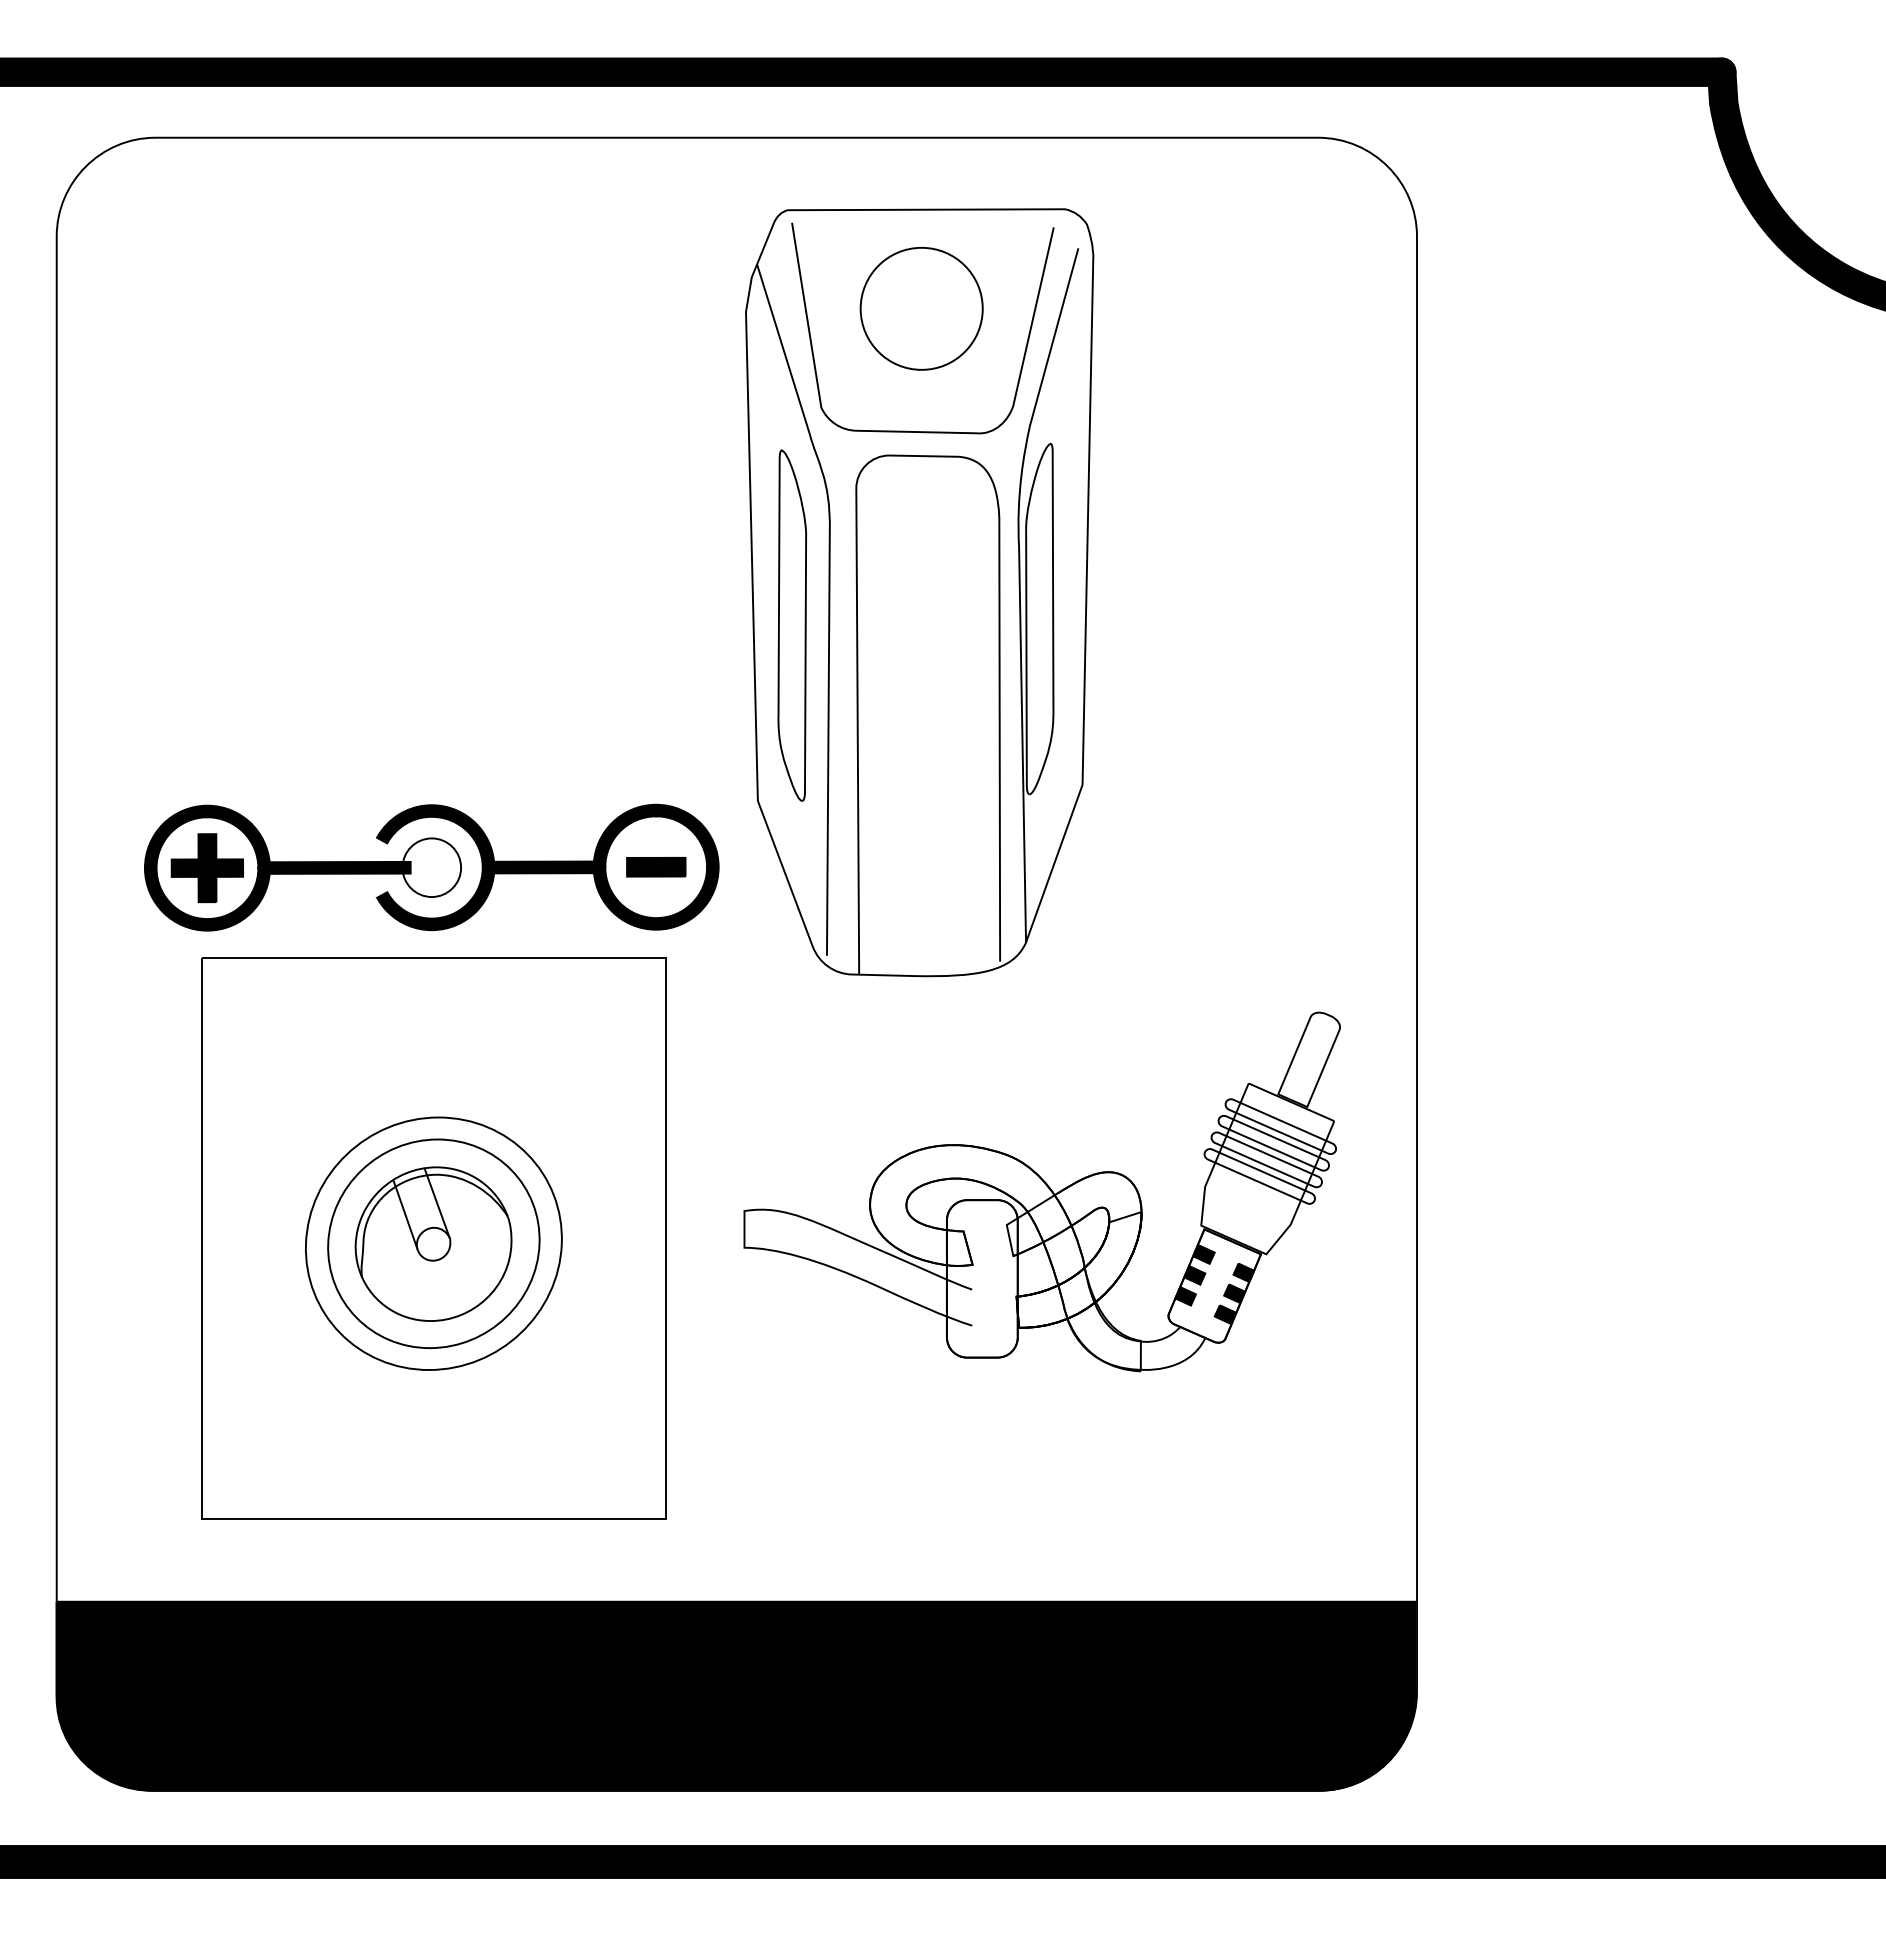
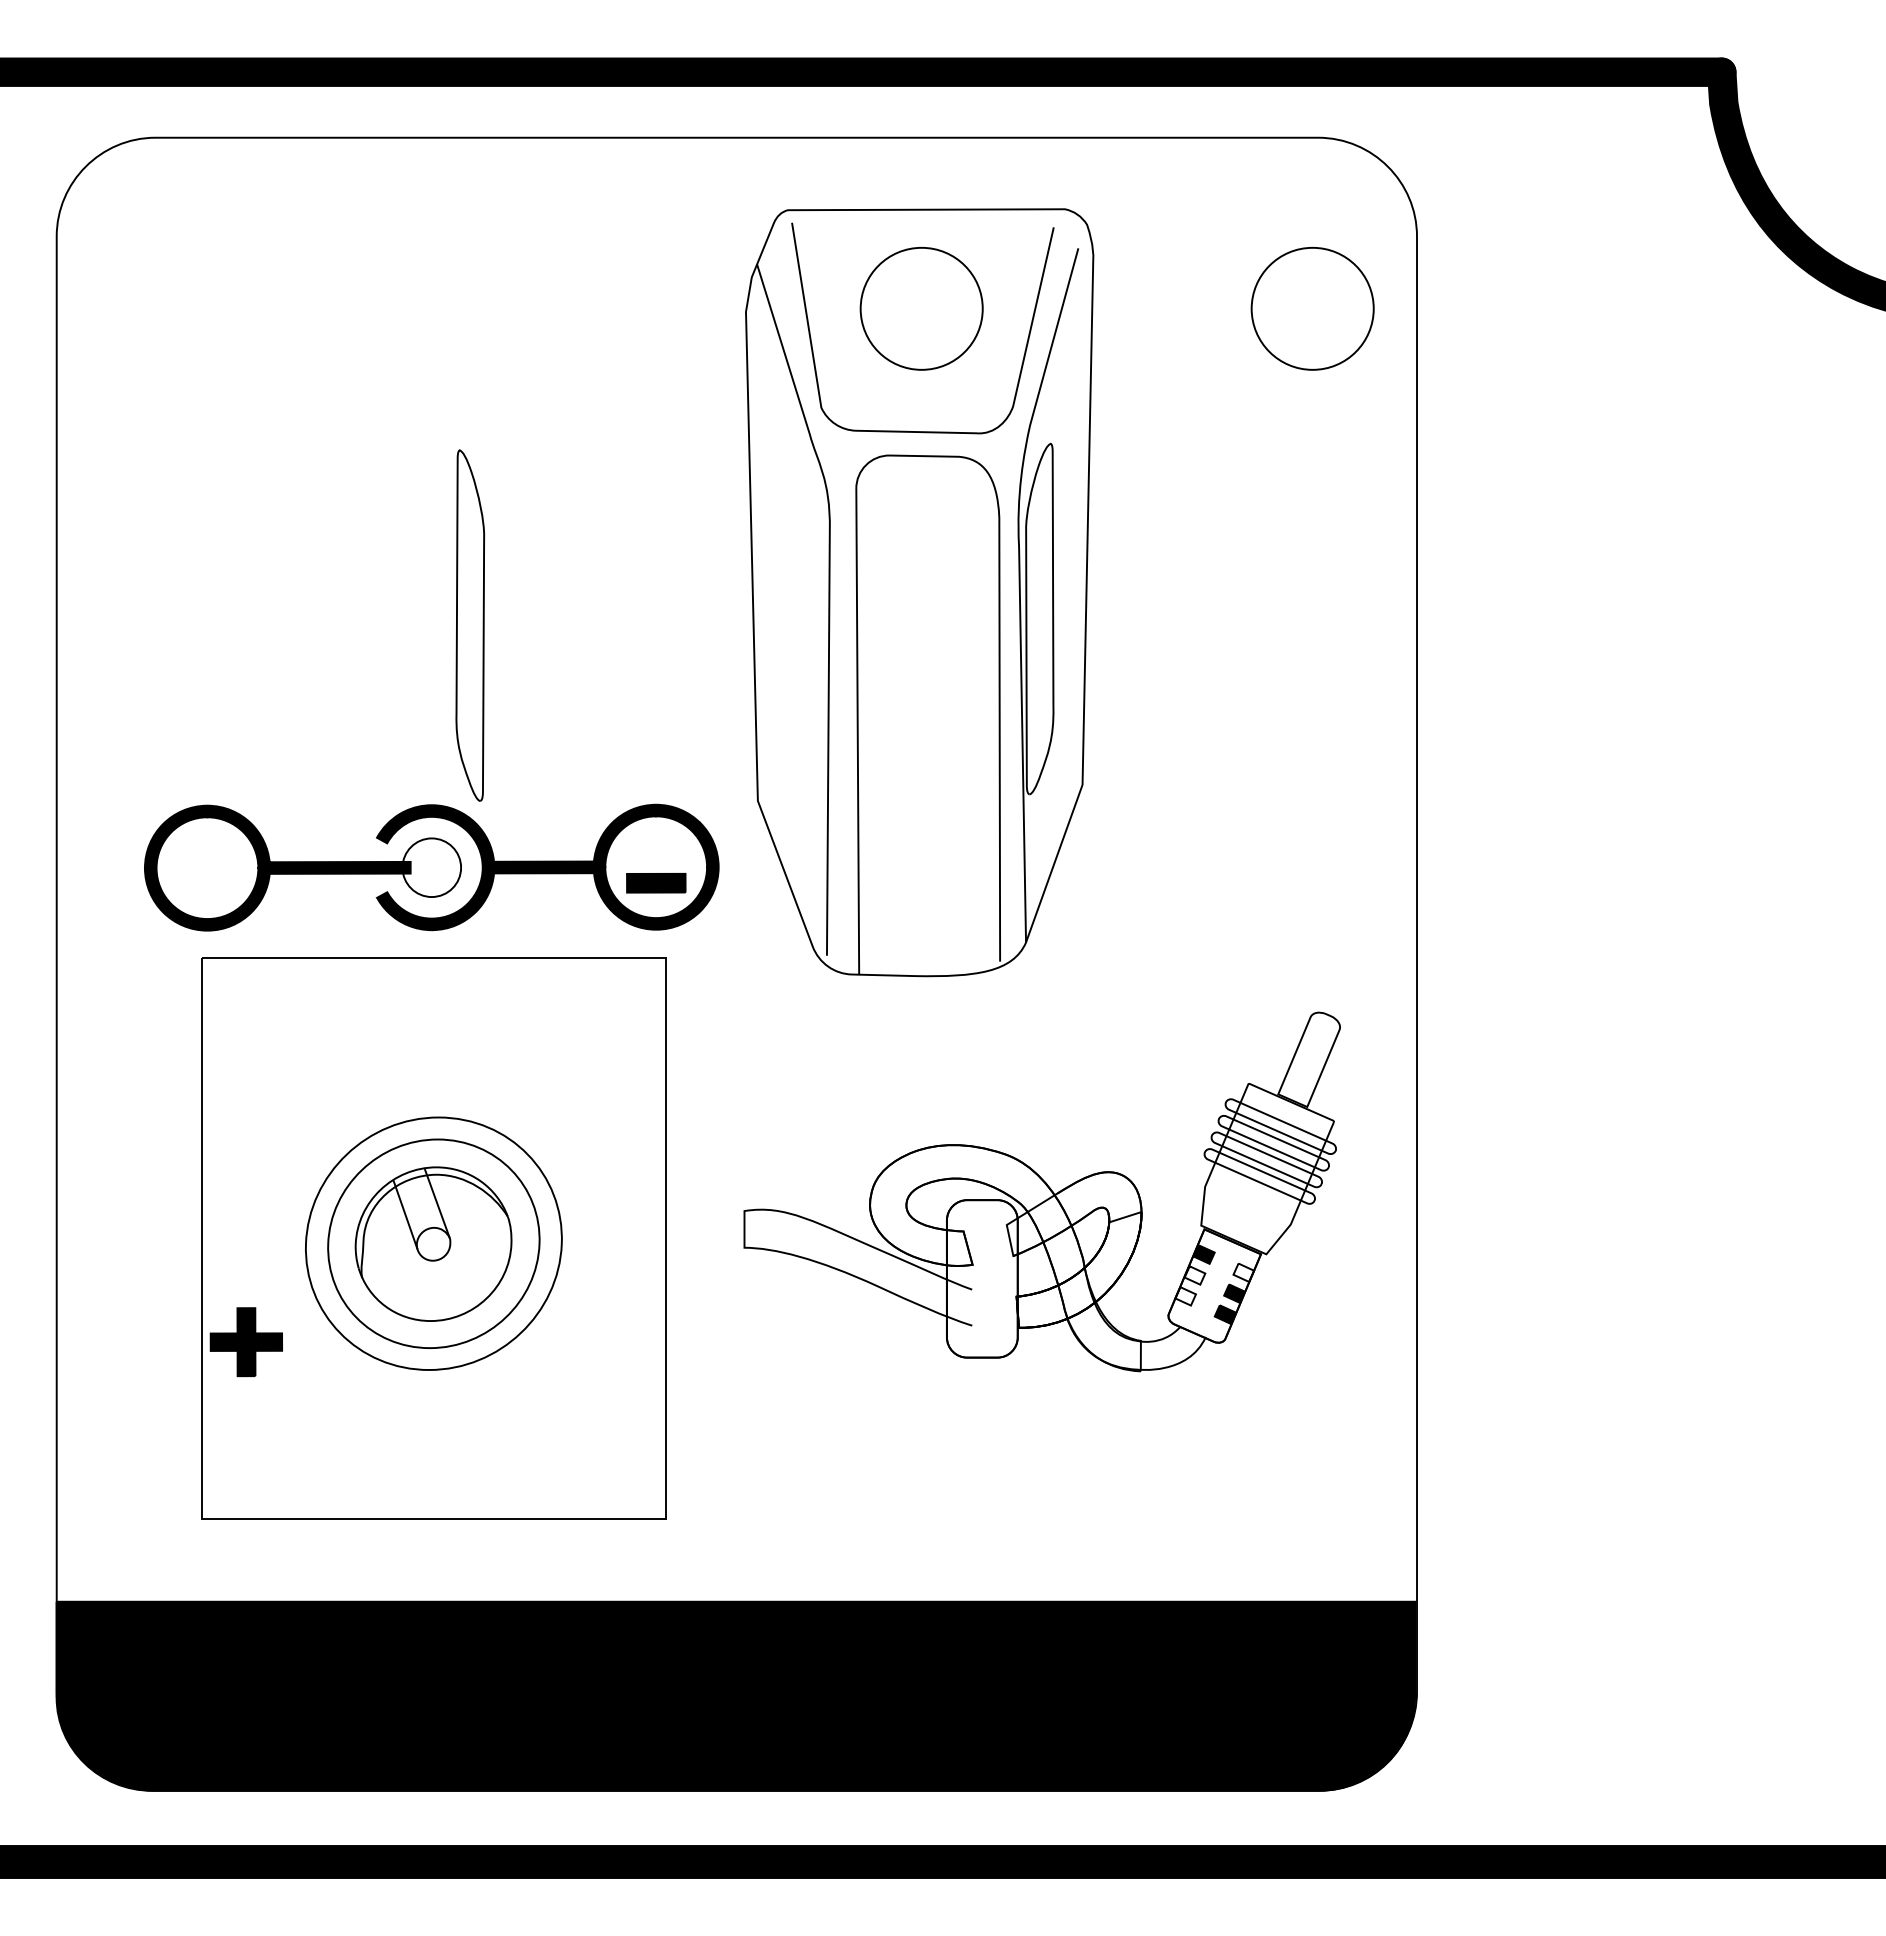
part at (1312, 308): none -> present
part at (792, 625) position: (792, 625) -> (470, 625)
part at (656, 867) position: (656, 867) -> (656, 883)
part at (206, 868) position: (206, 868) -> (245, 1342)
fill at (1243, 1272): present -> none
fill at (1194, 1275): present -> none
fill at (1185, 1296): present -> none
